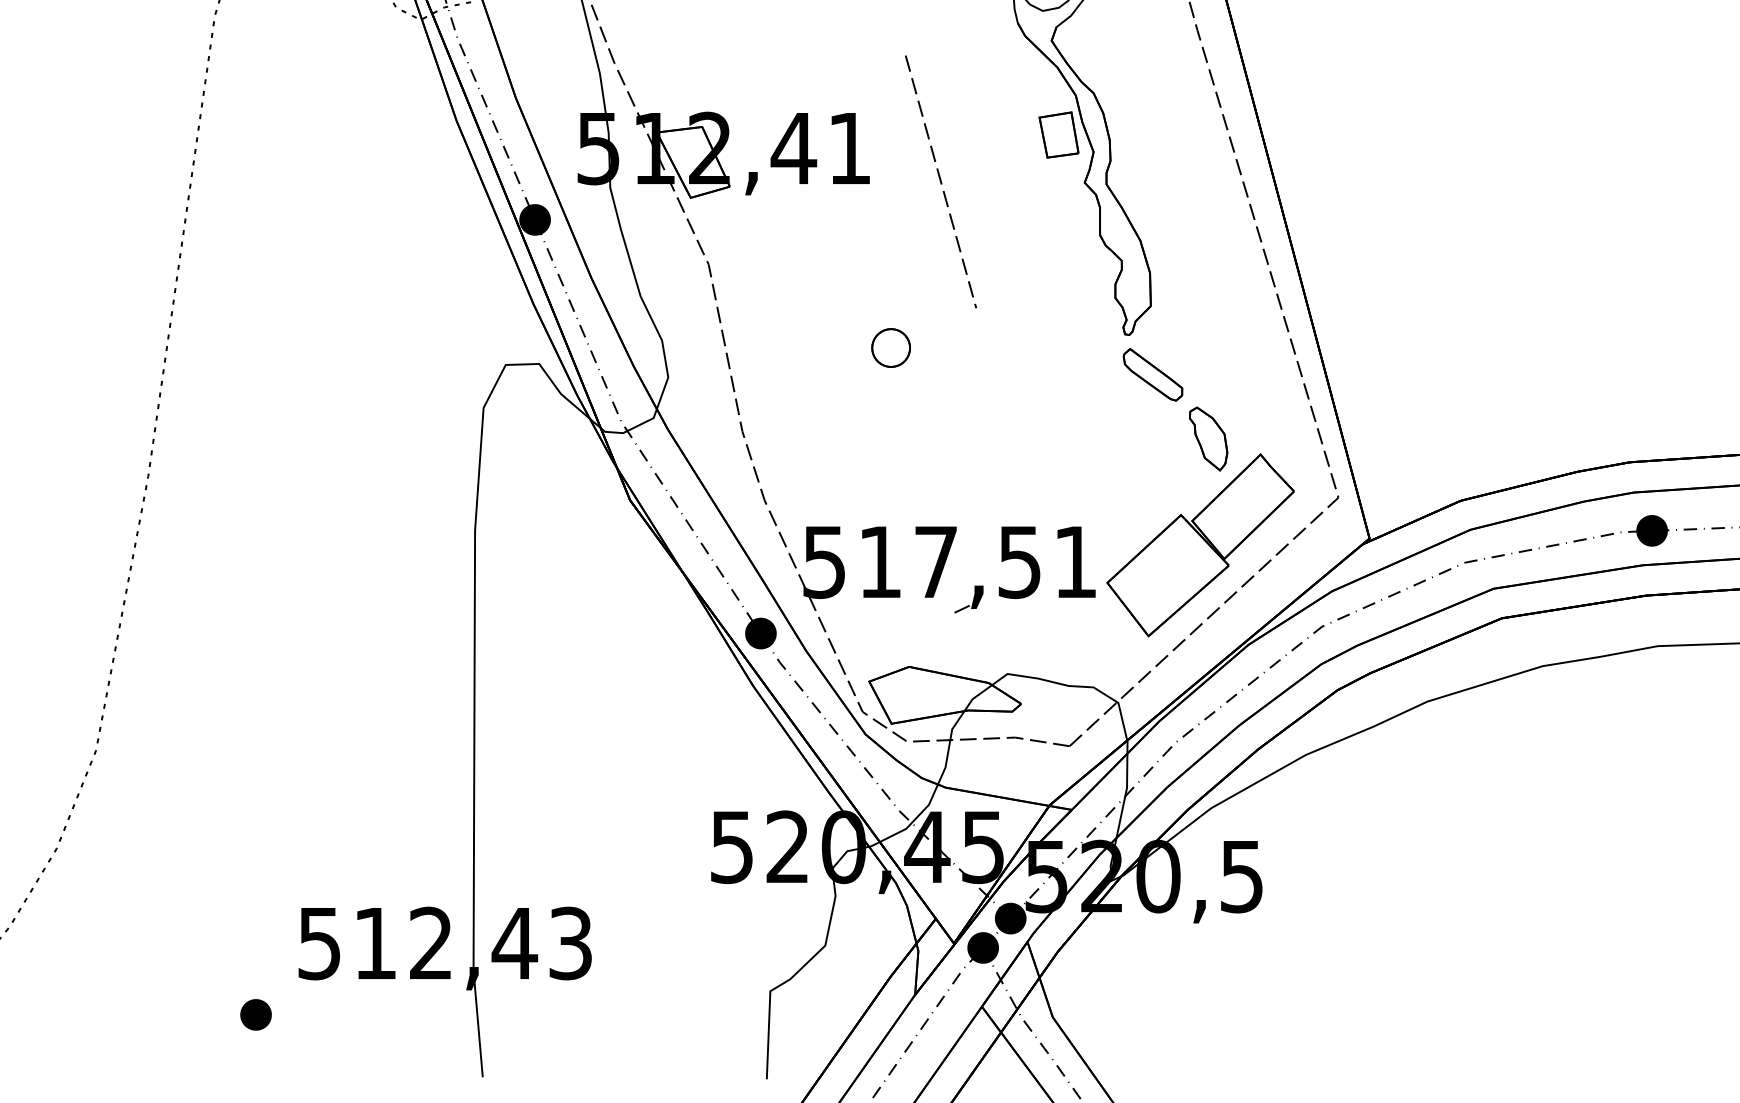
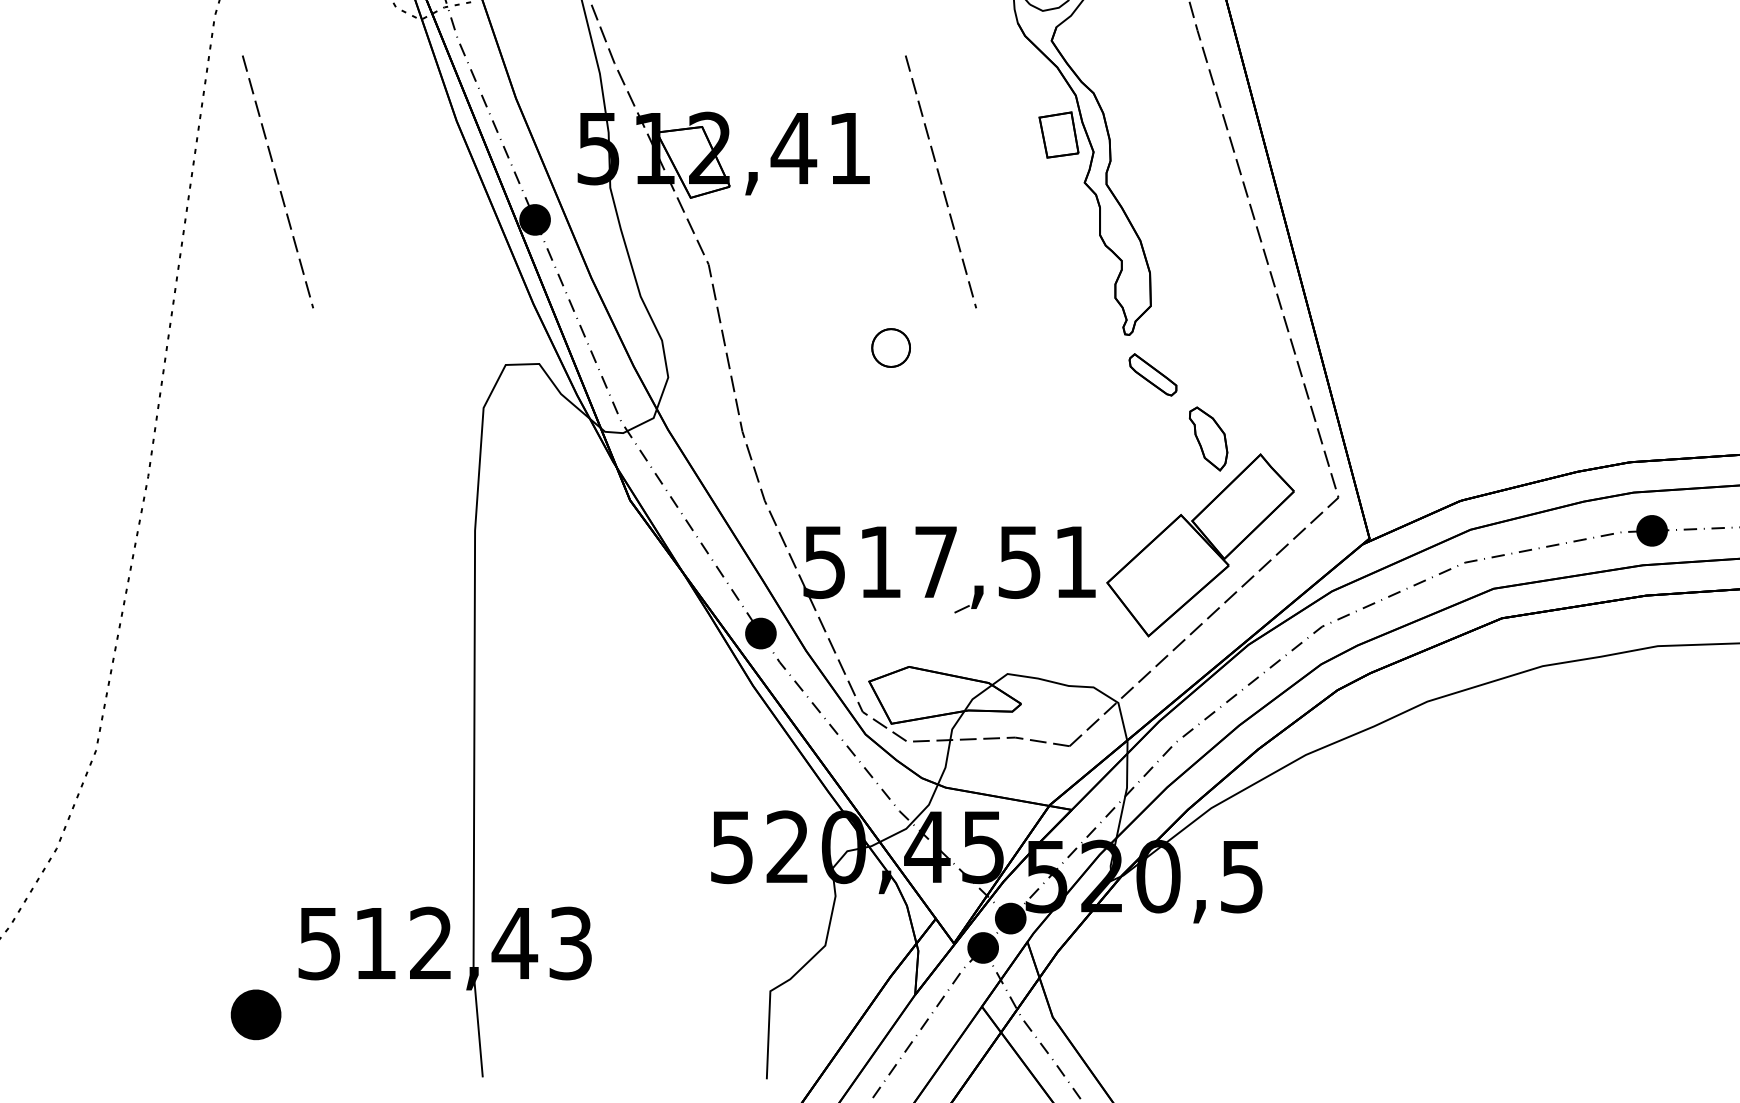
line at (277, 181): none -> present
part at (1152, 374) size: 62x54 px -> 50x44 px
part at (255, 1014) size: 32x32 px -> 52x52 px
